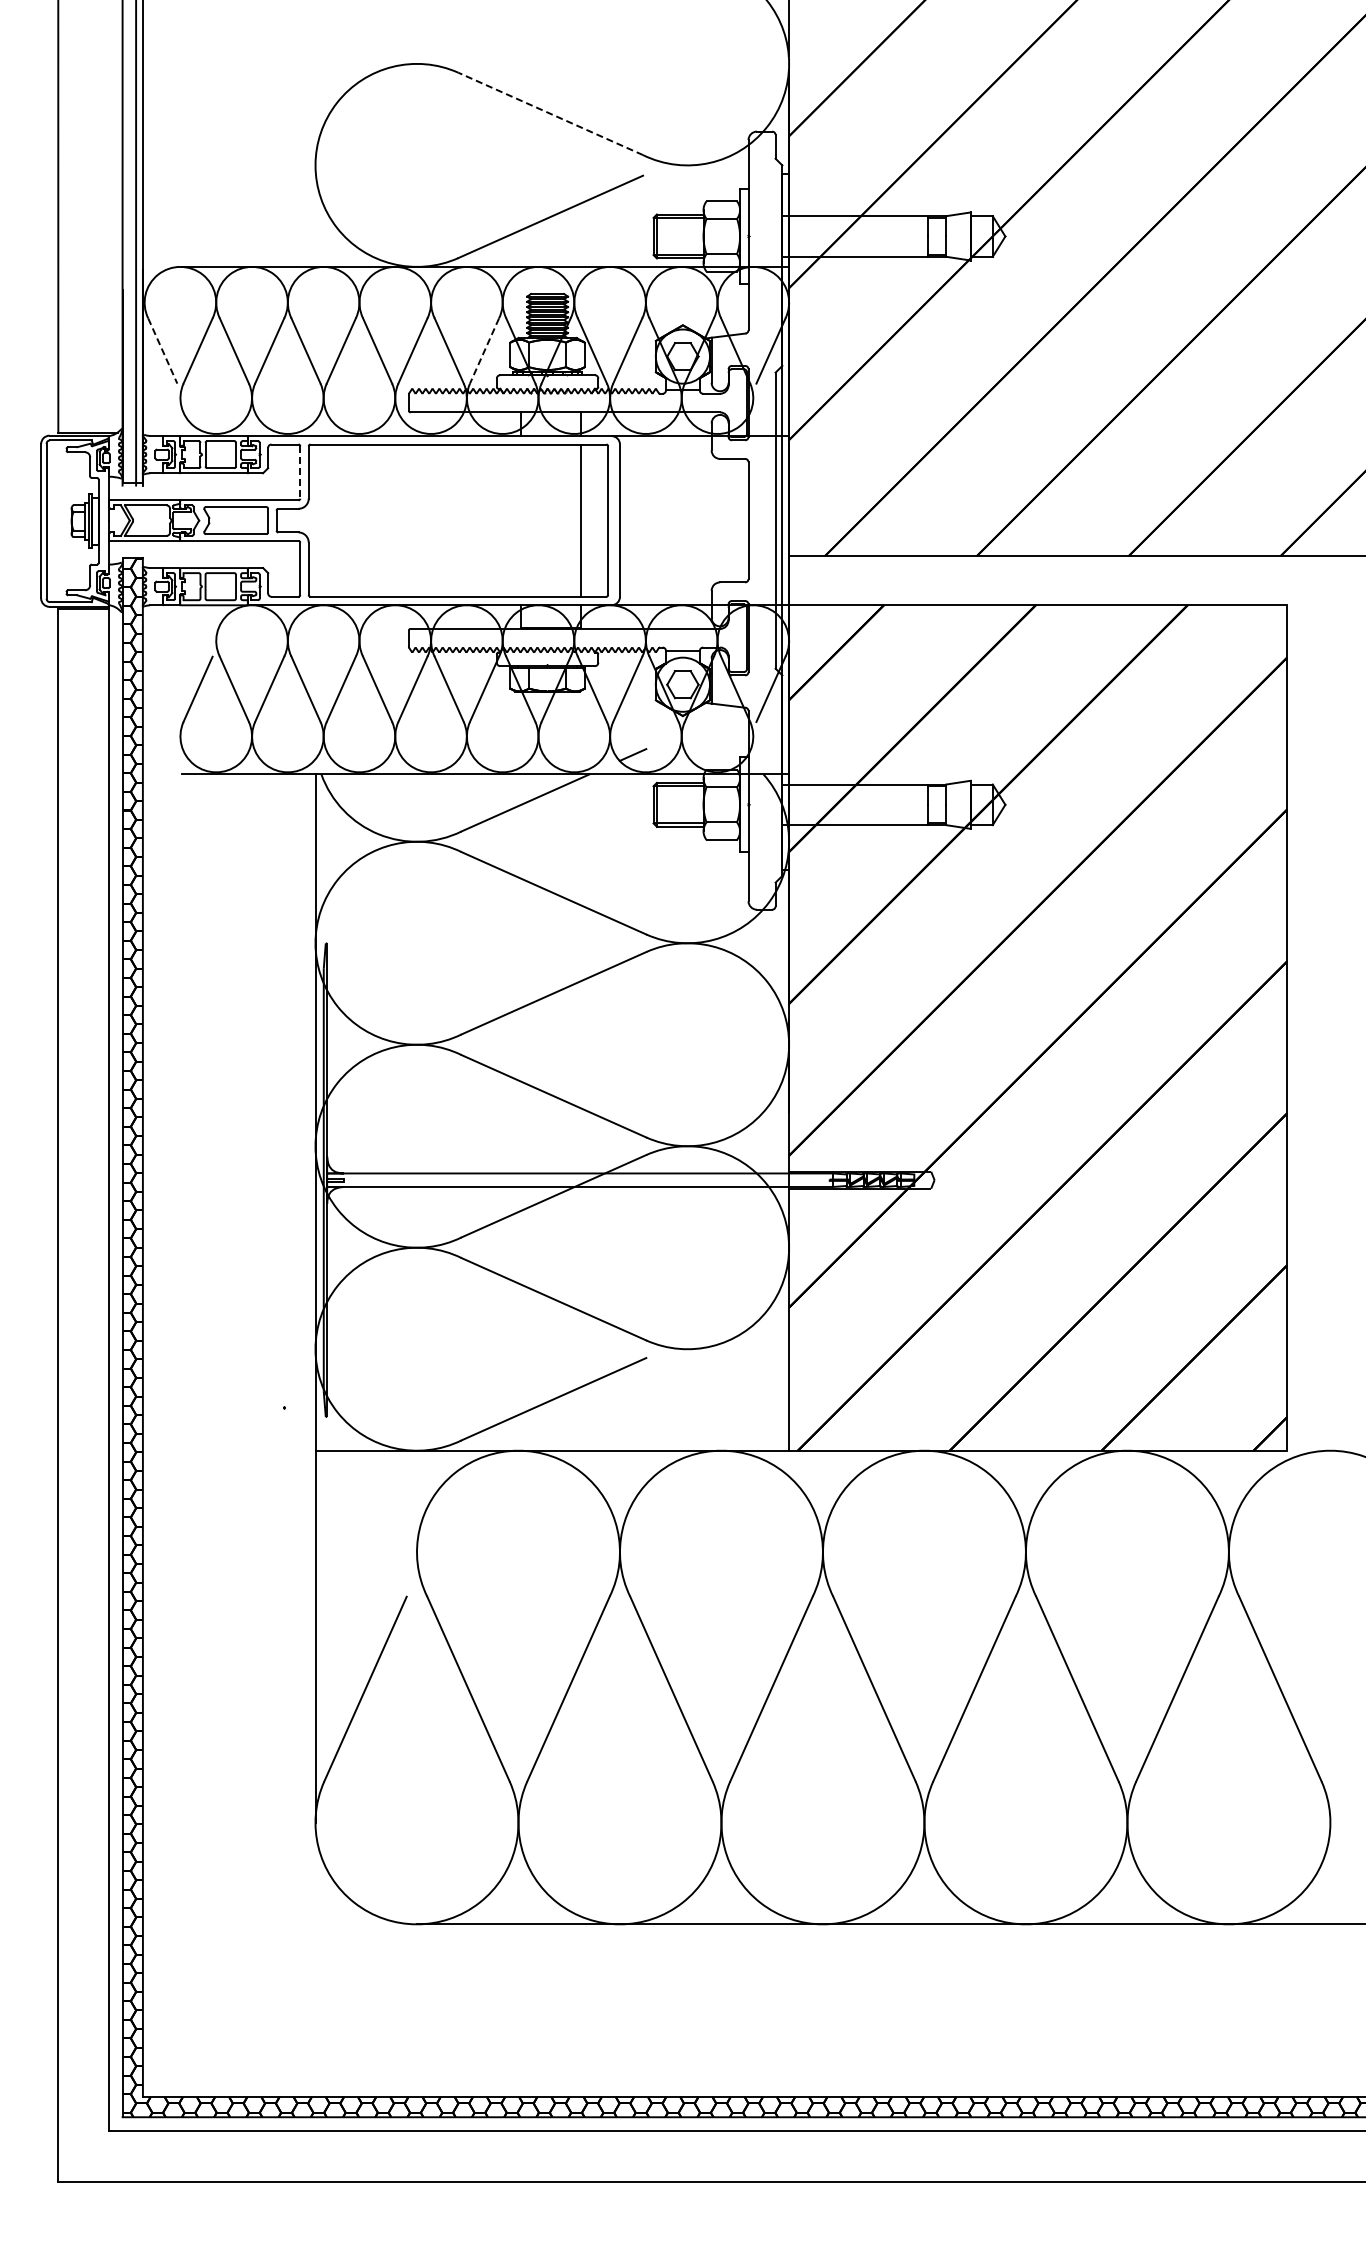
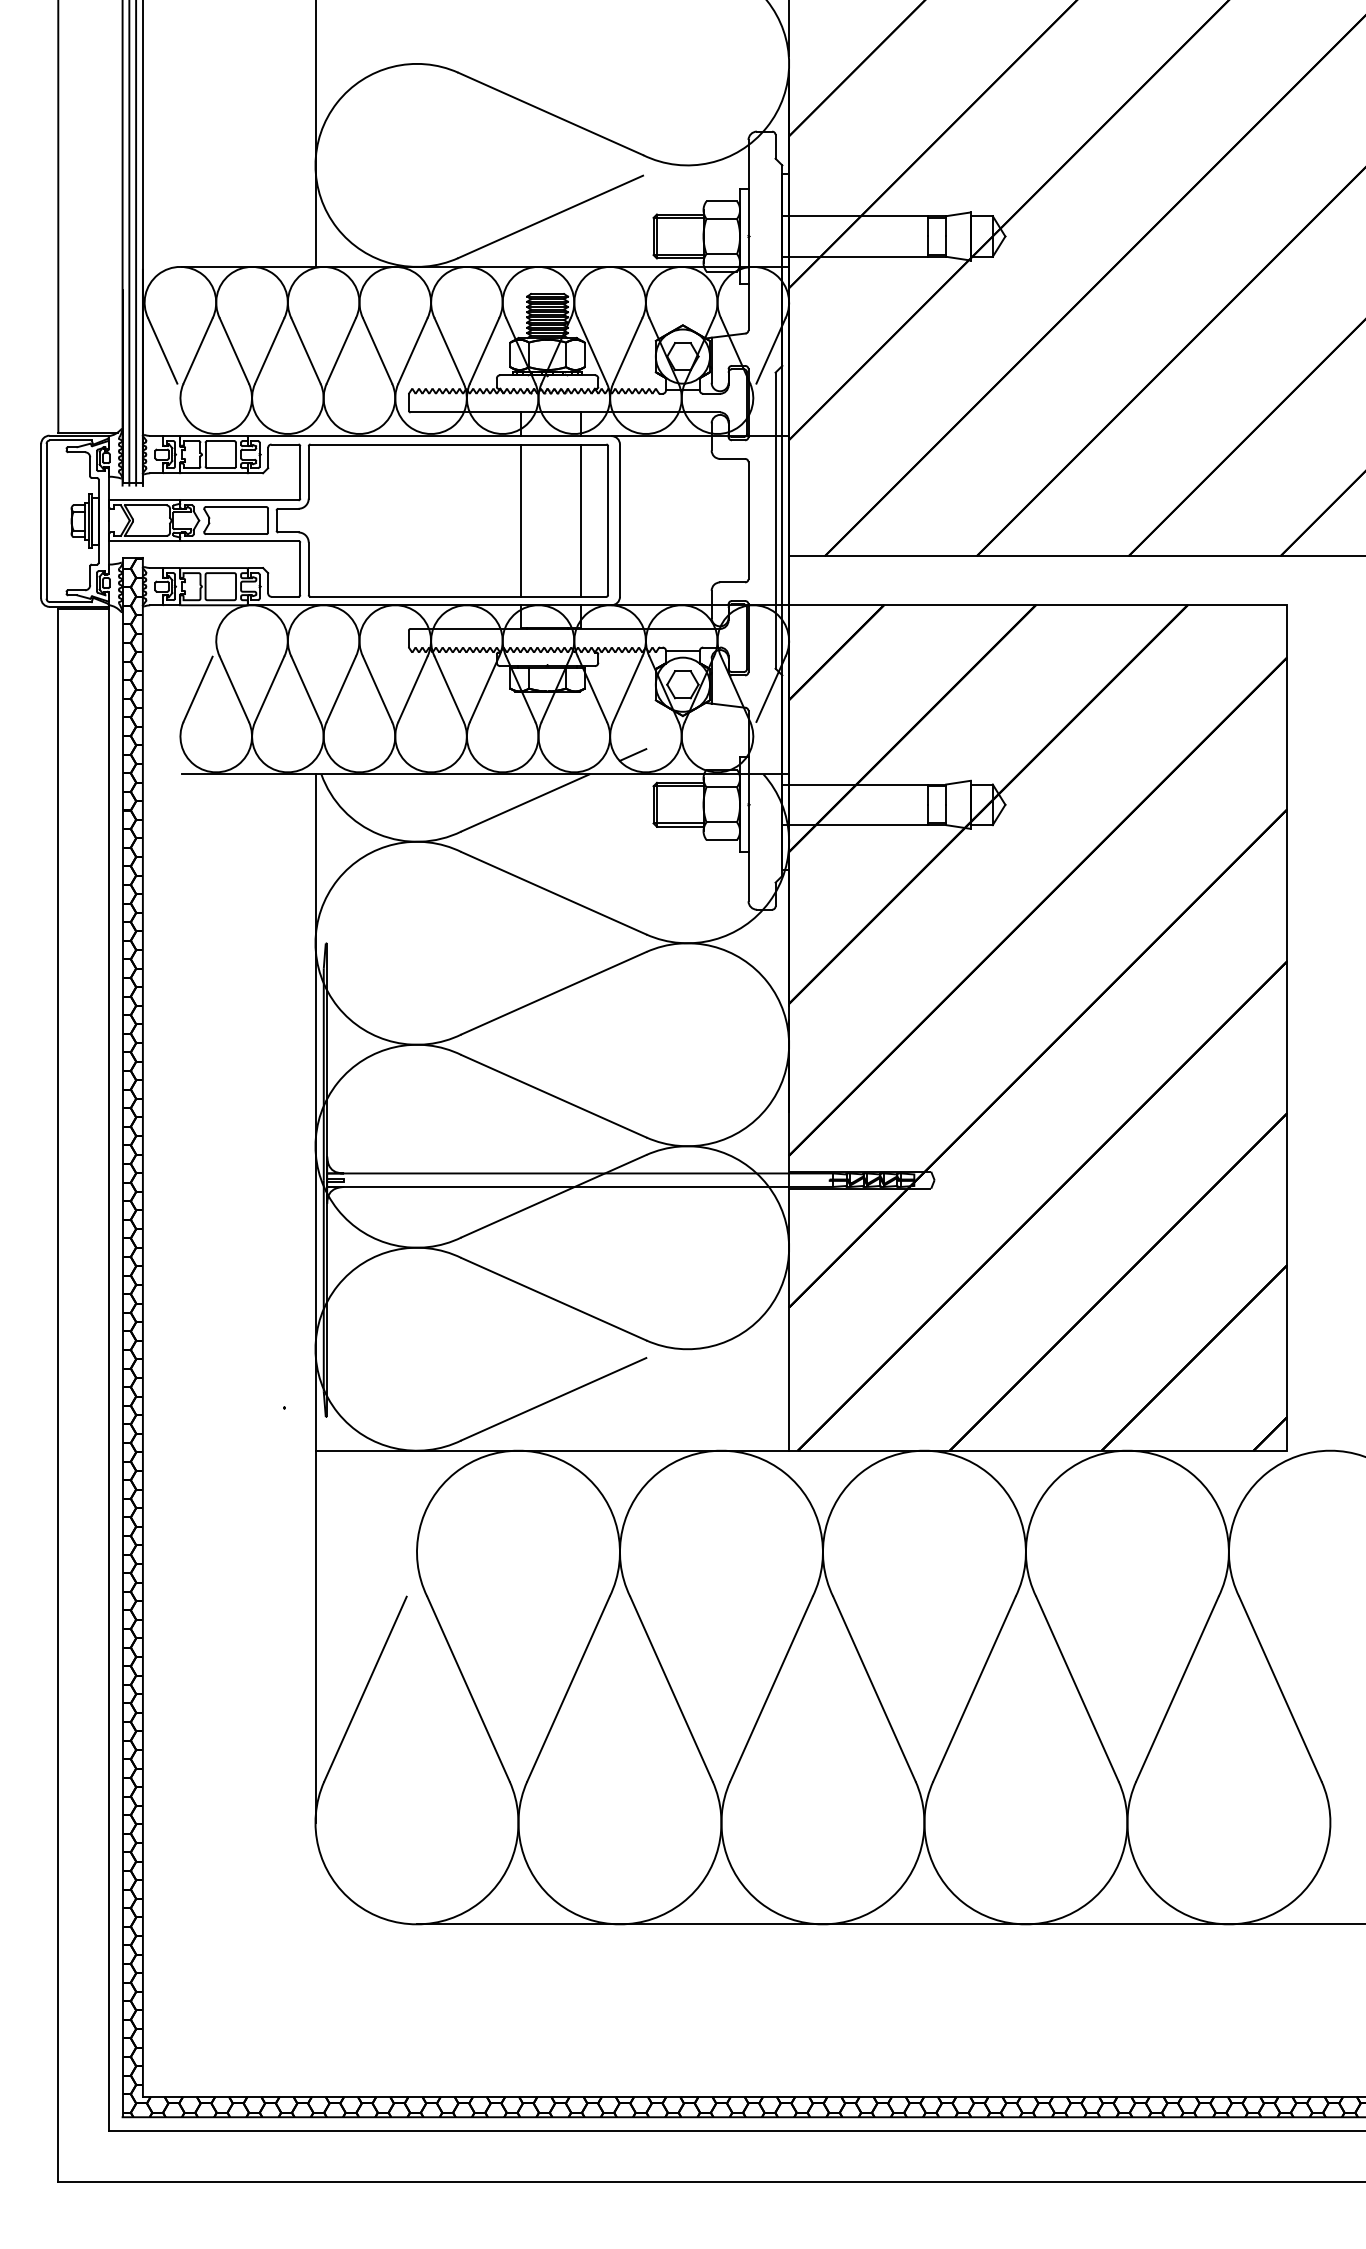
line at (550, 113): dashed -> solid
line at (315, 134): none -> present
line at (129, 243): none -> present
line at (162, 351): dashed -> solid
line at (484, 351): dashed -> solid
line at (300, 472): dashed -> solid
line at (520, 520): none -> present
